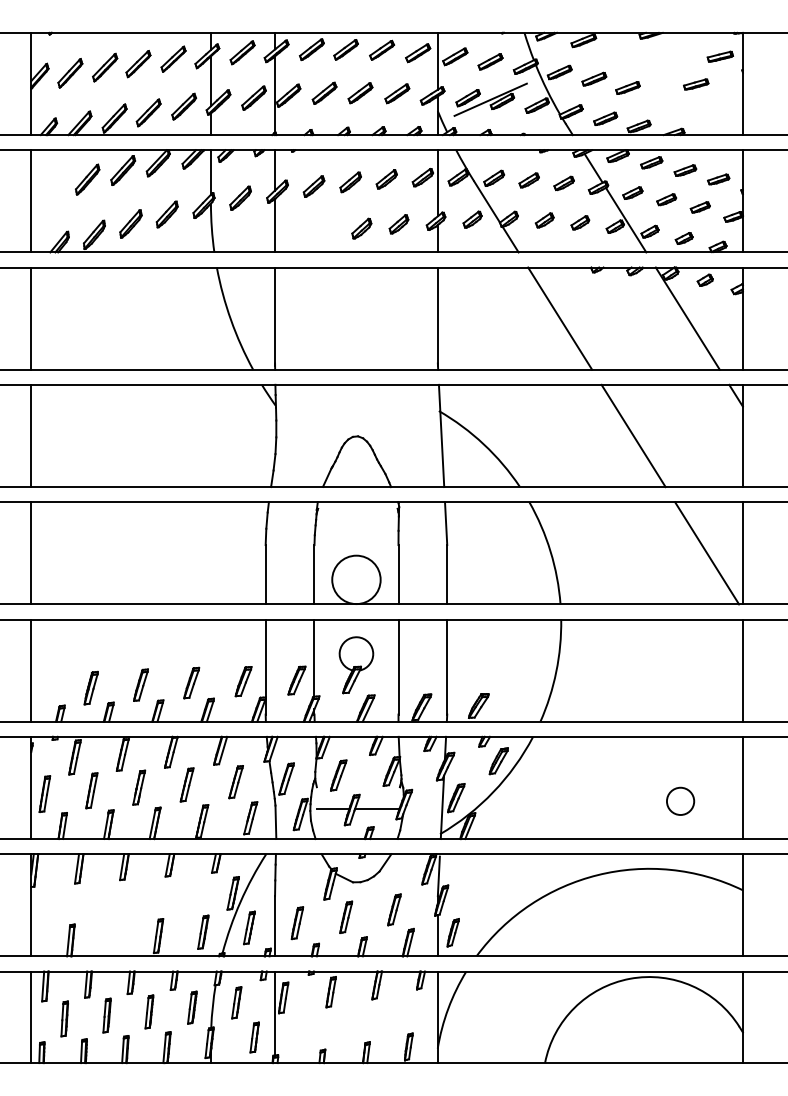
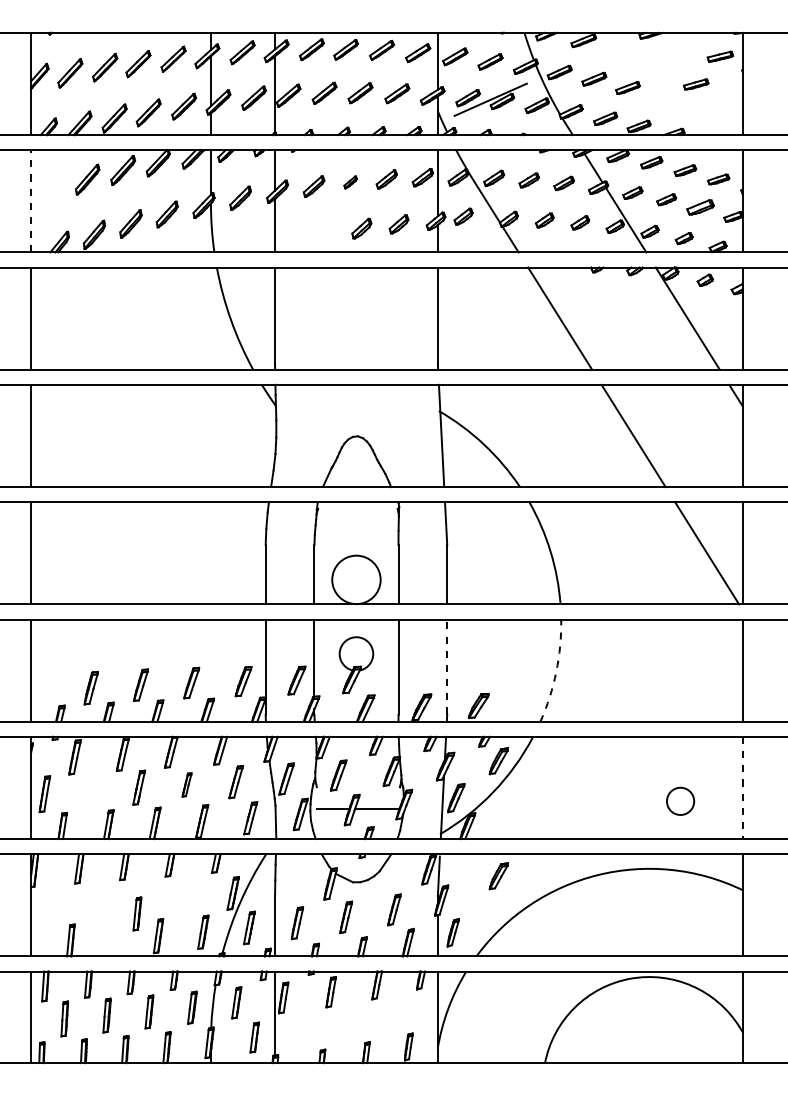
part at (350, 182) size: 23x23 px -> 15x15 px
line at (31, 200): solid -> dashed
part at (699, 207) size: 22x13 px -> 29x17 px
part at (472, 219) position: (472, 219) -> (463, 216)
line at (447, 667): solid -> dashed
arc at (556, 671): solid -> dashed
part at (186, 784) size: 16x36 px -> 12x26 px
line at (742, 788): solid -> dashed
part at (91, 790): present -> none
part at (498, 876): none -> present
part at (137, 913): none -> present
